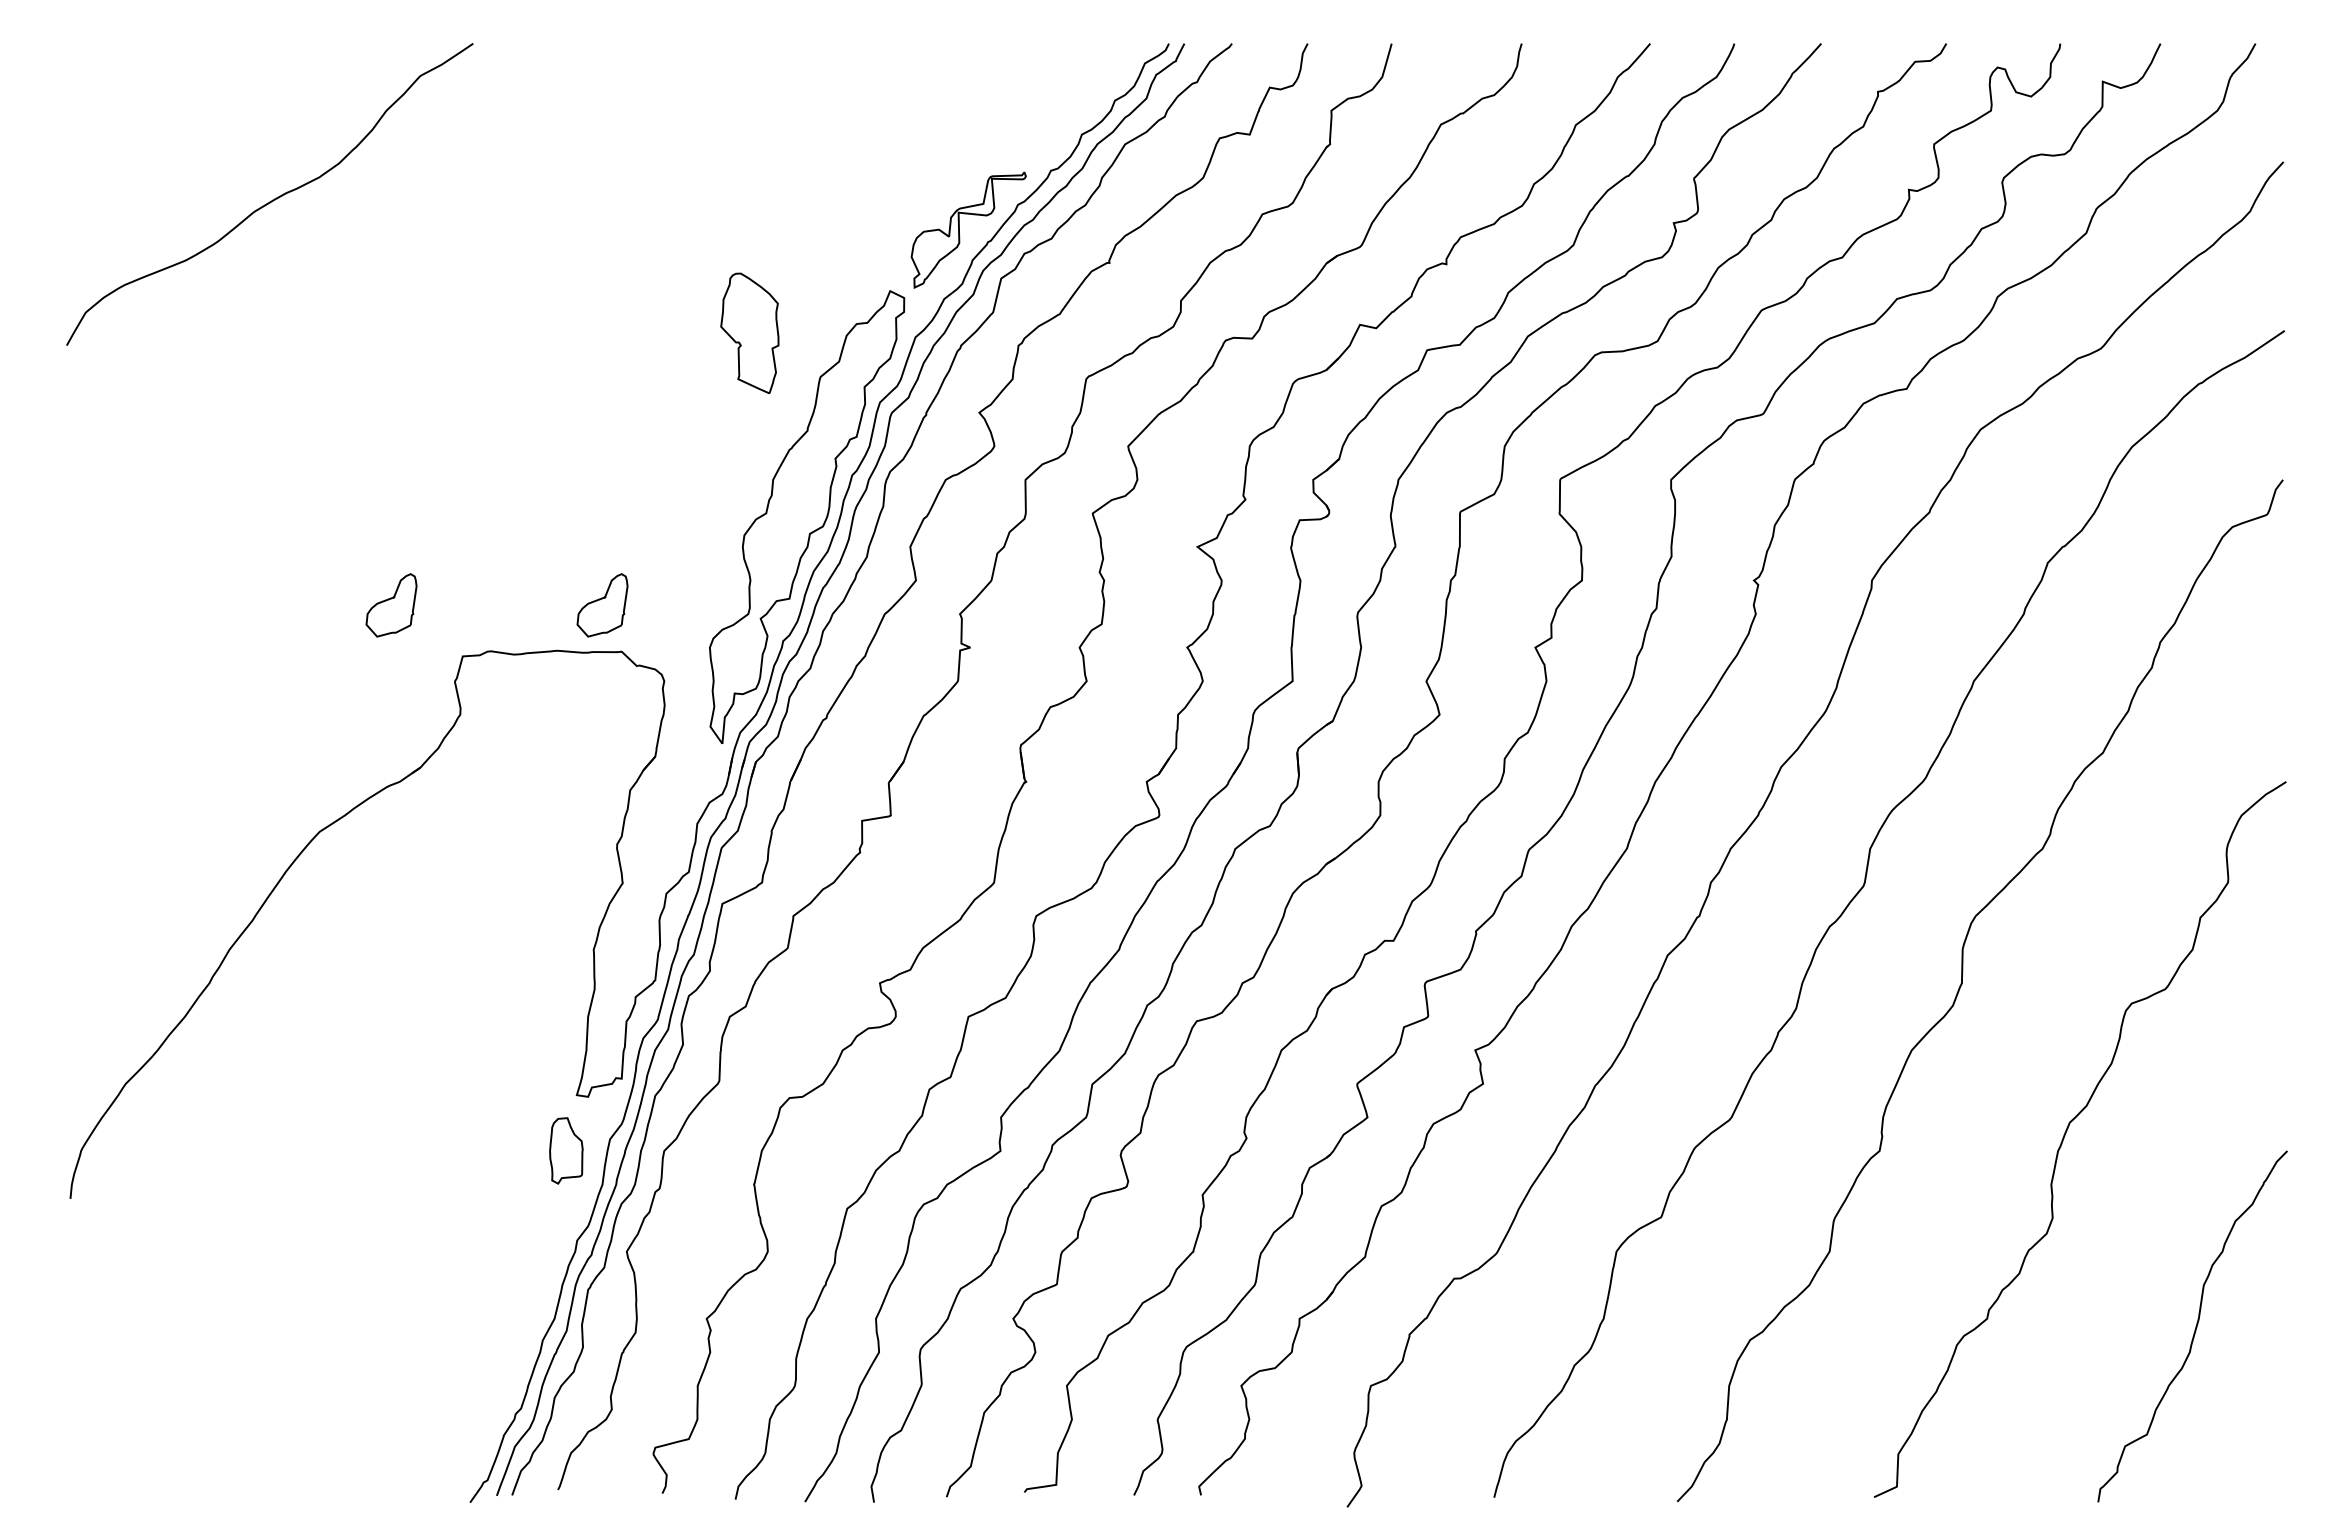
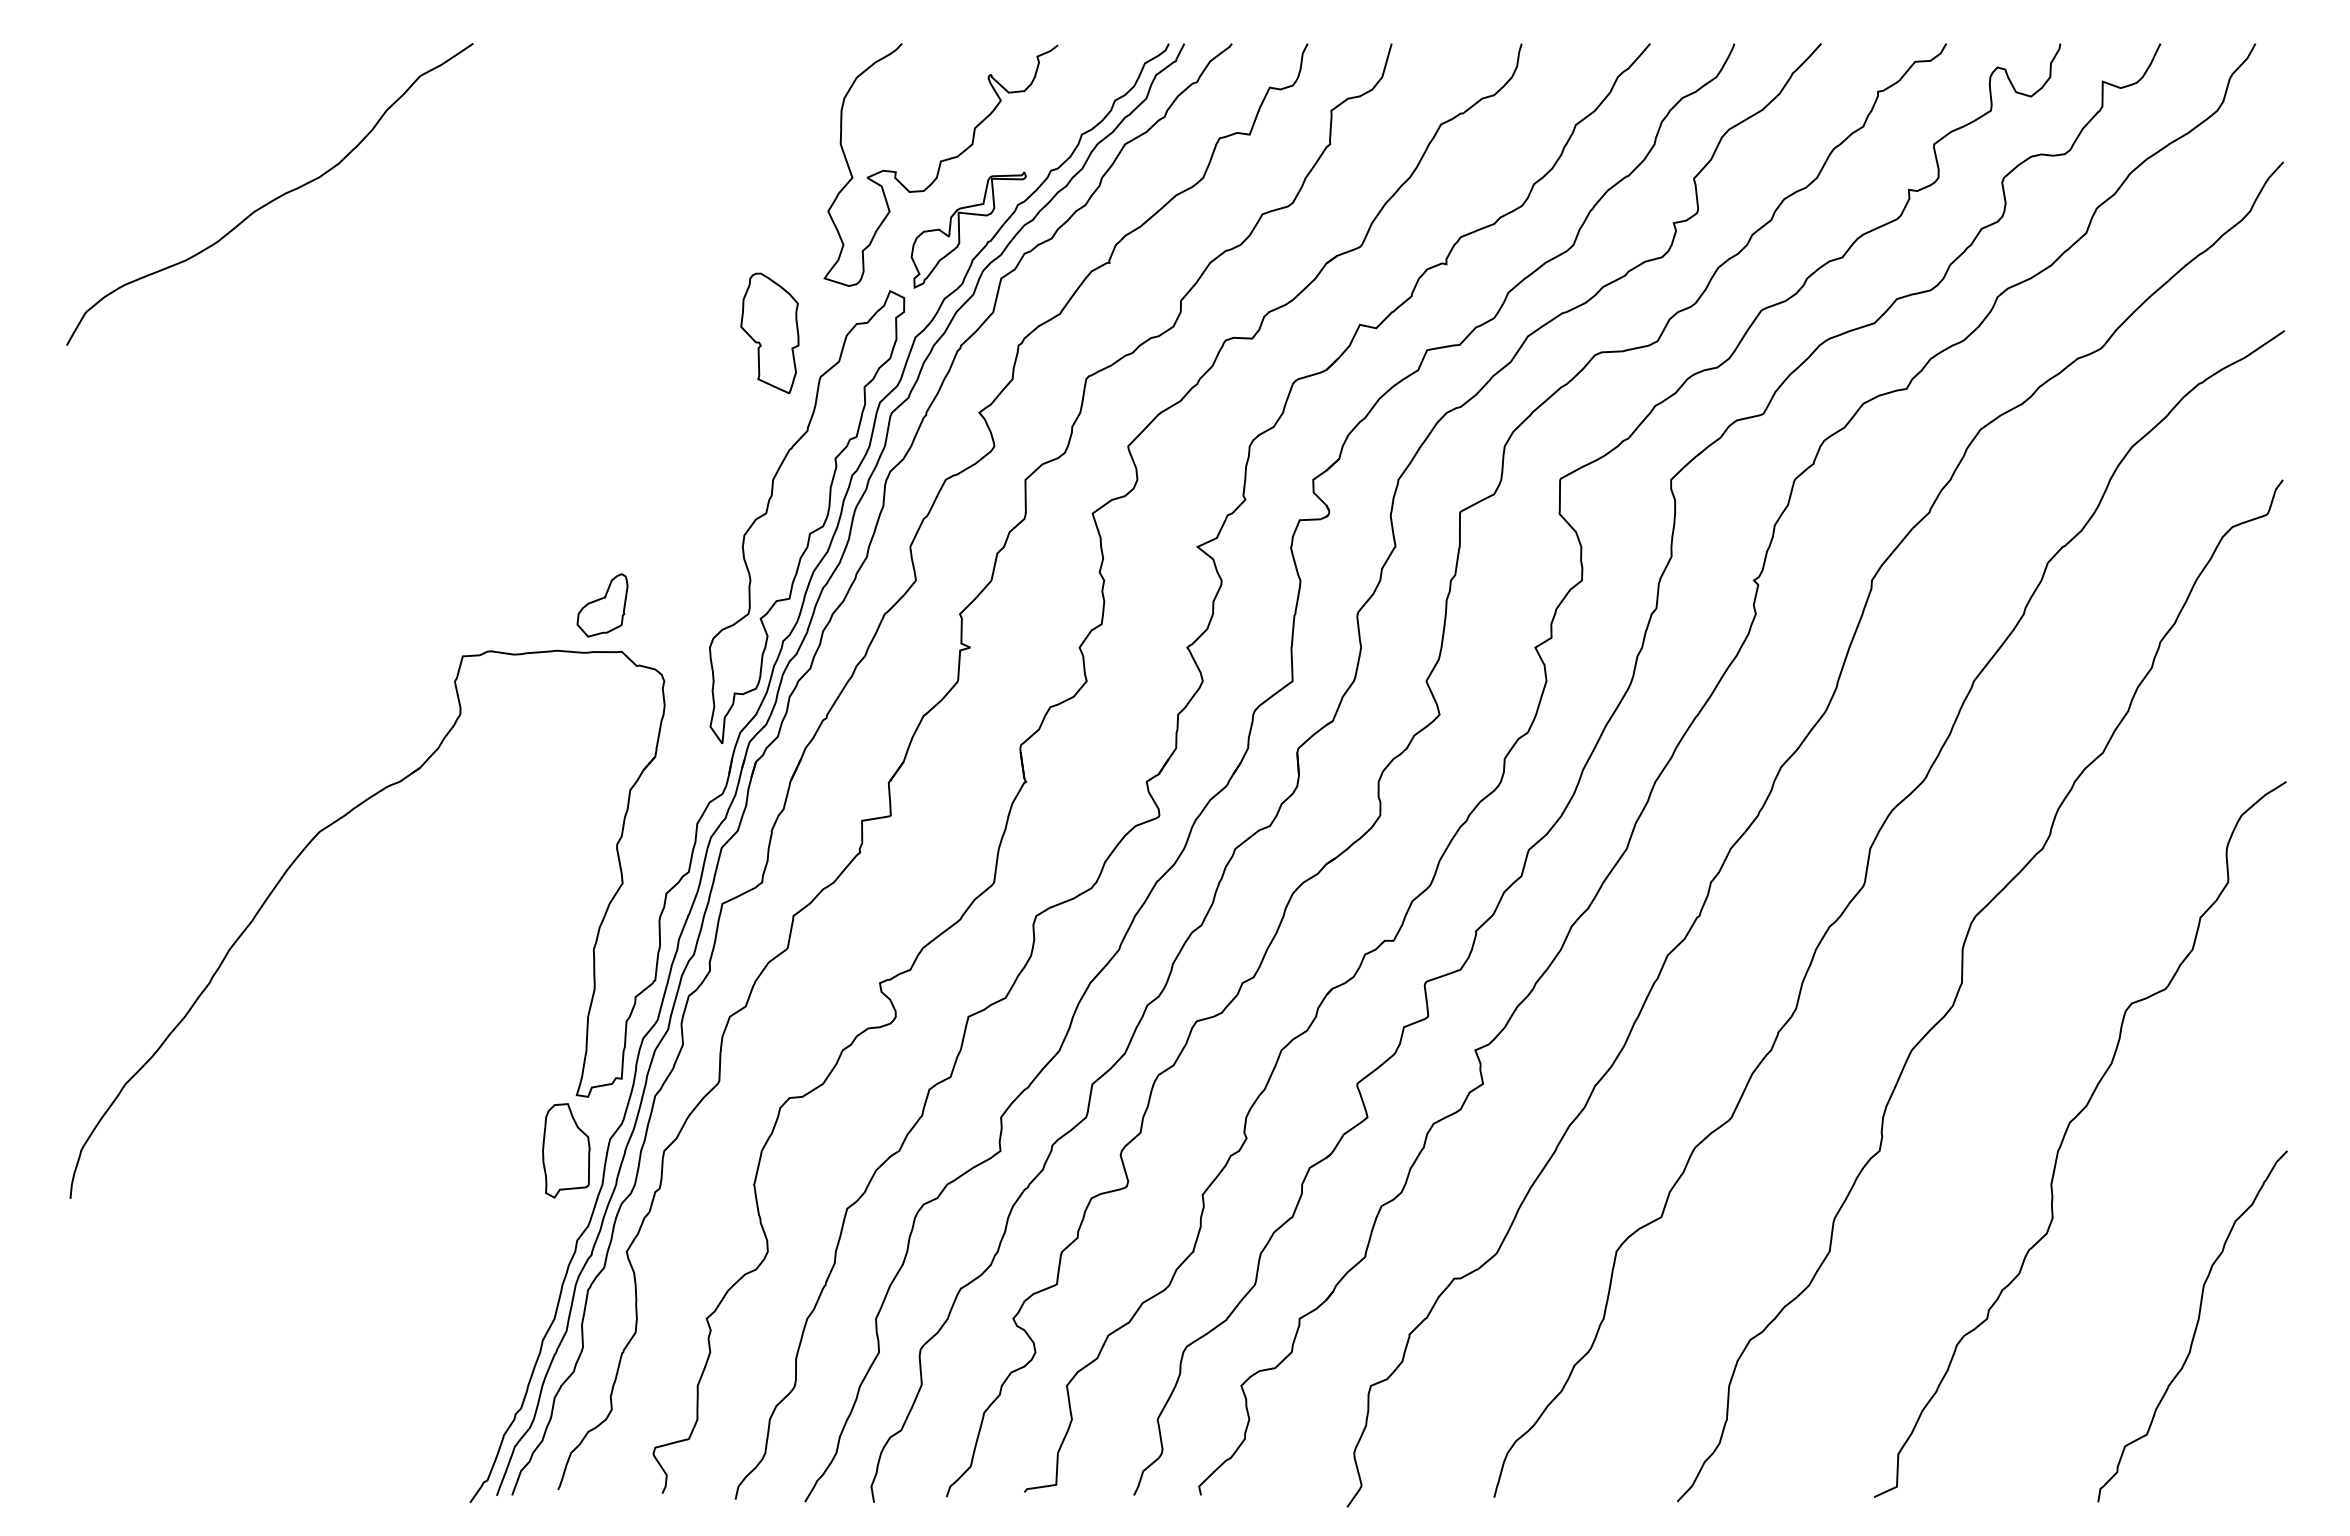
curve at (940, 164): none -> present
part at (749, 332) position: (749, 332) -> (769, 332)
part at (391, 605): present -> none
part at (566, 1150) size: 35x68 px -> 49x96 px
